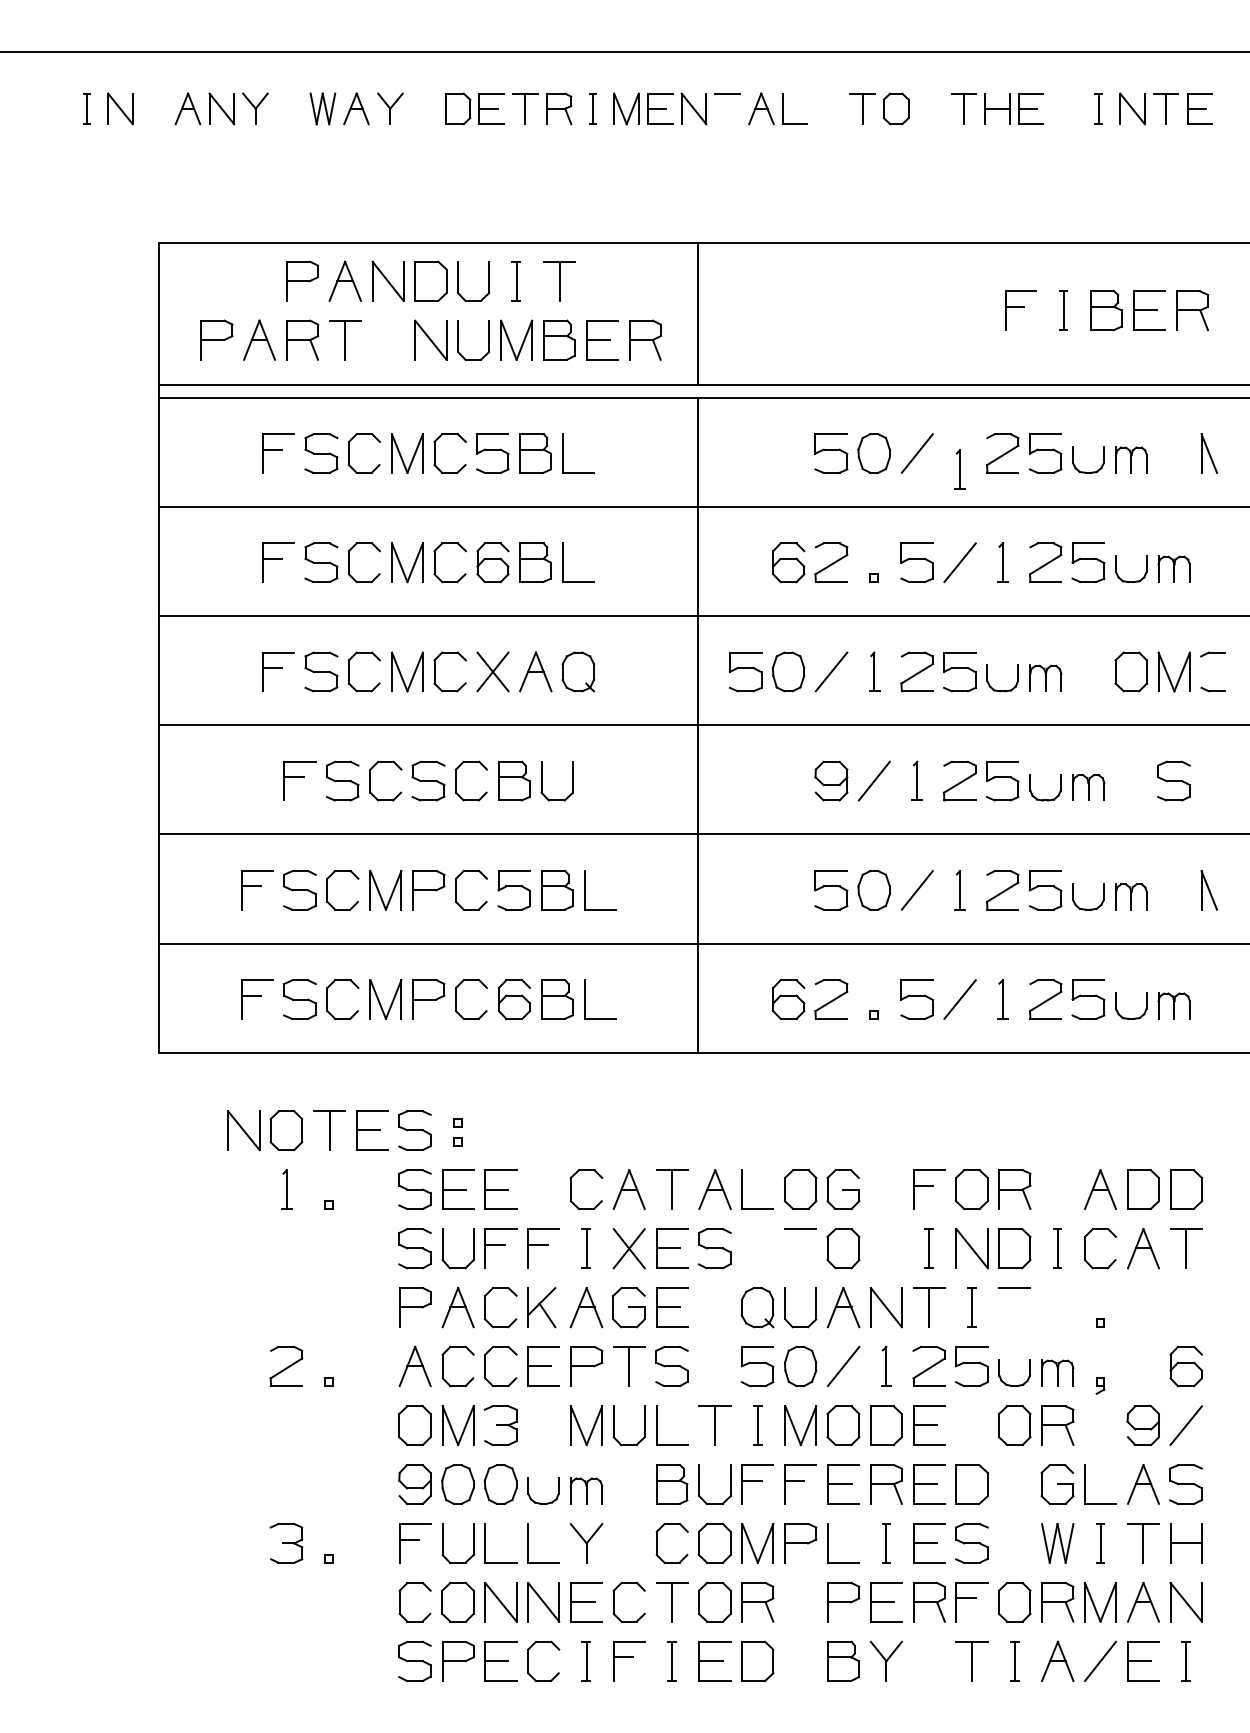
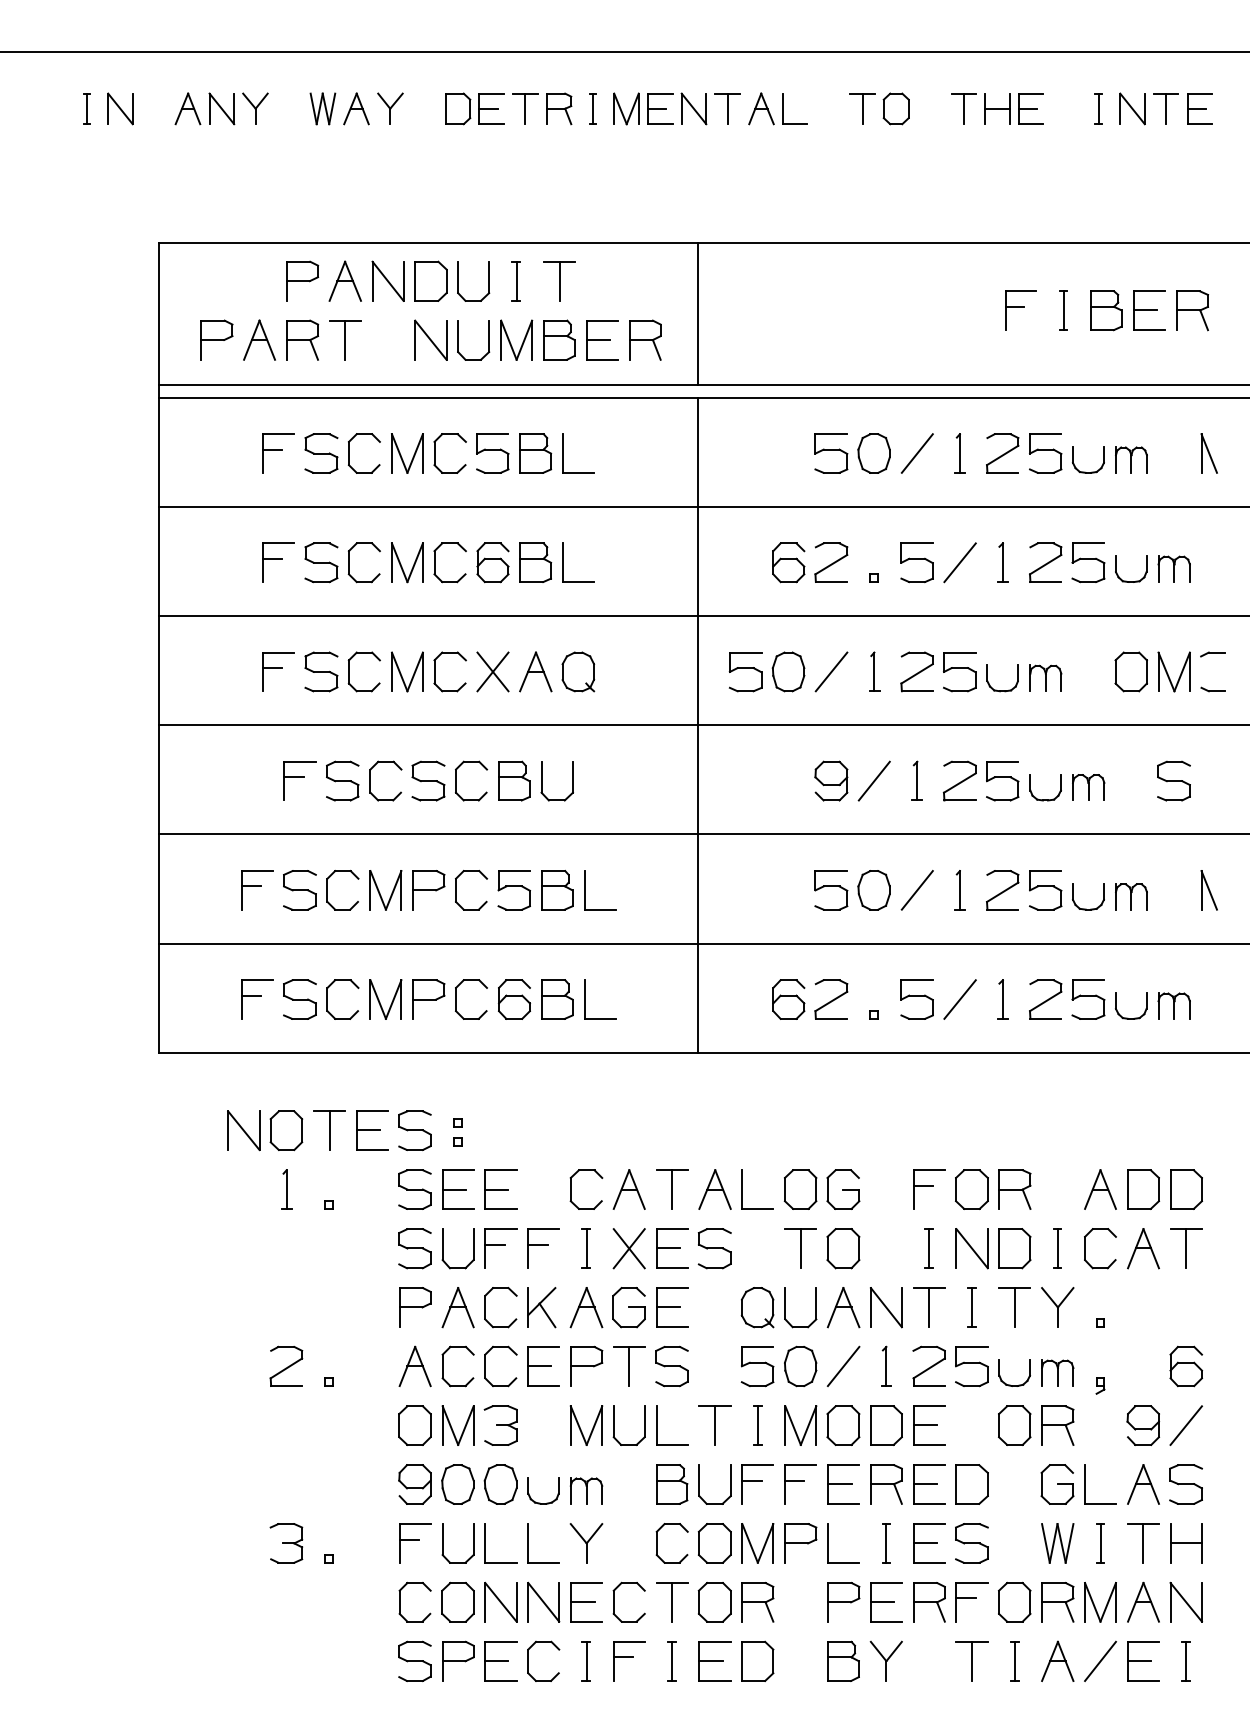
line at (727, 108): none -> present
part at (959, 469) position: (959, 469) -> (959, 453)
line at (800, 1248): none -> present
line at (1014, 1307): none -> present
part at (1057, 1307): none -> present
